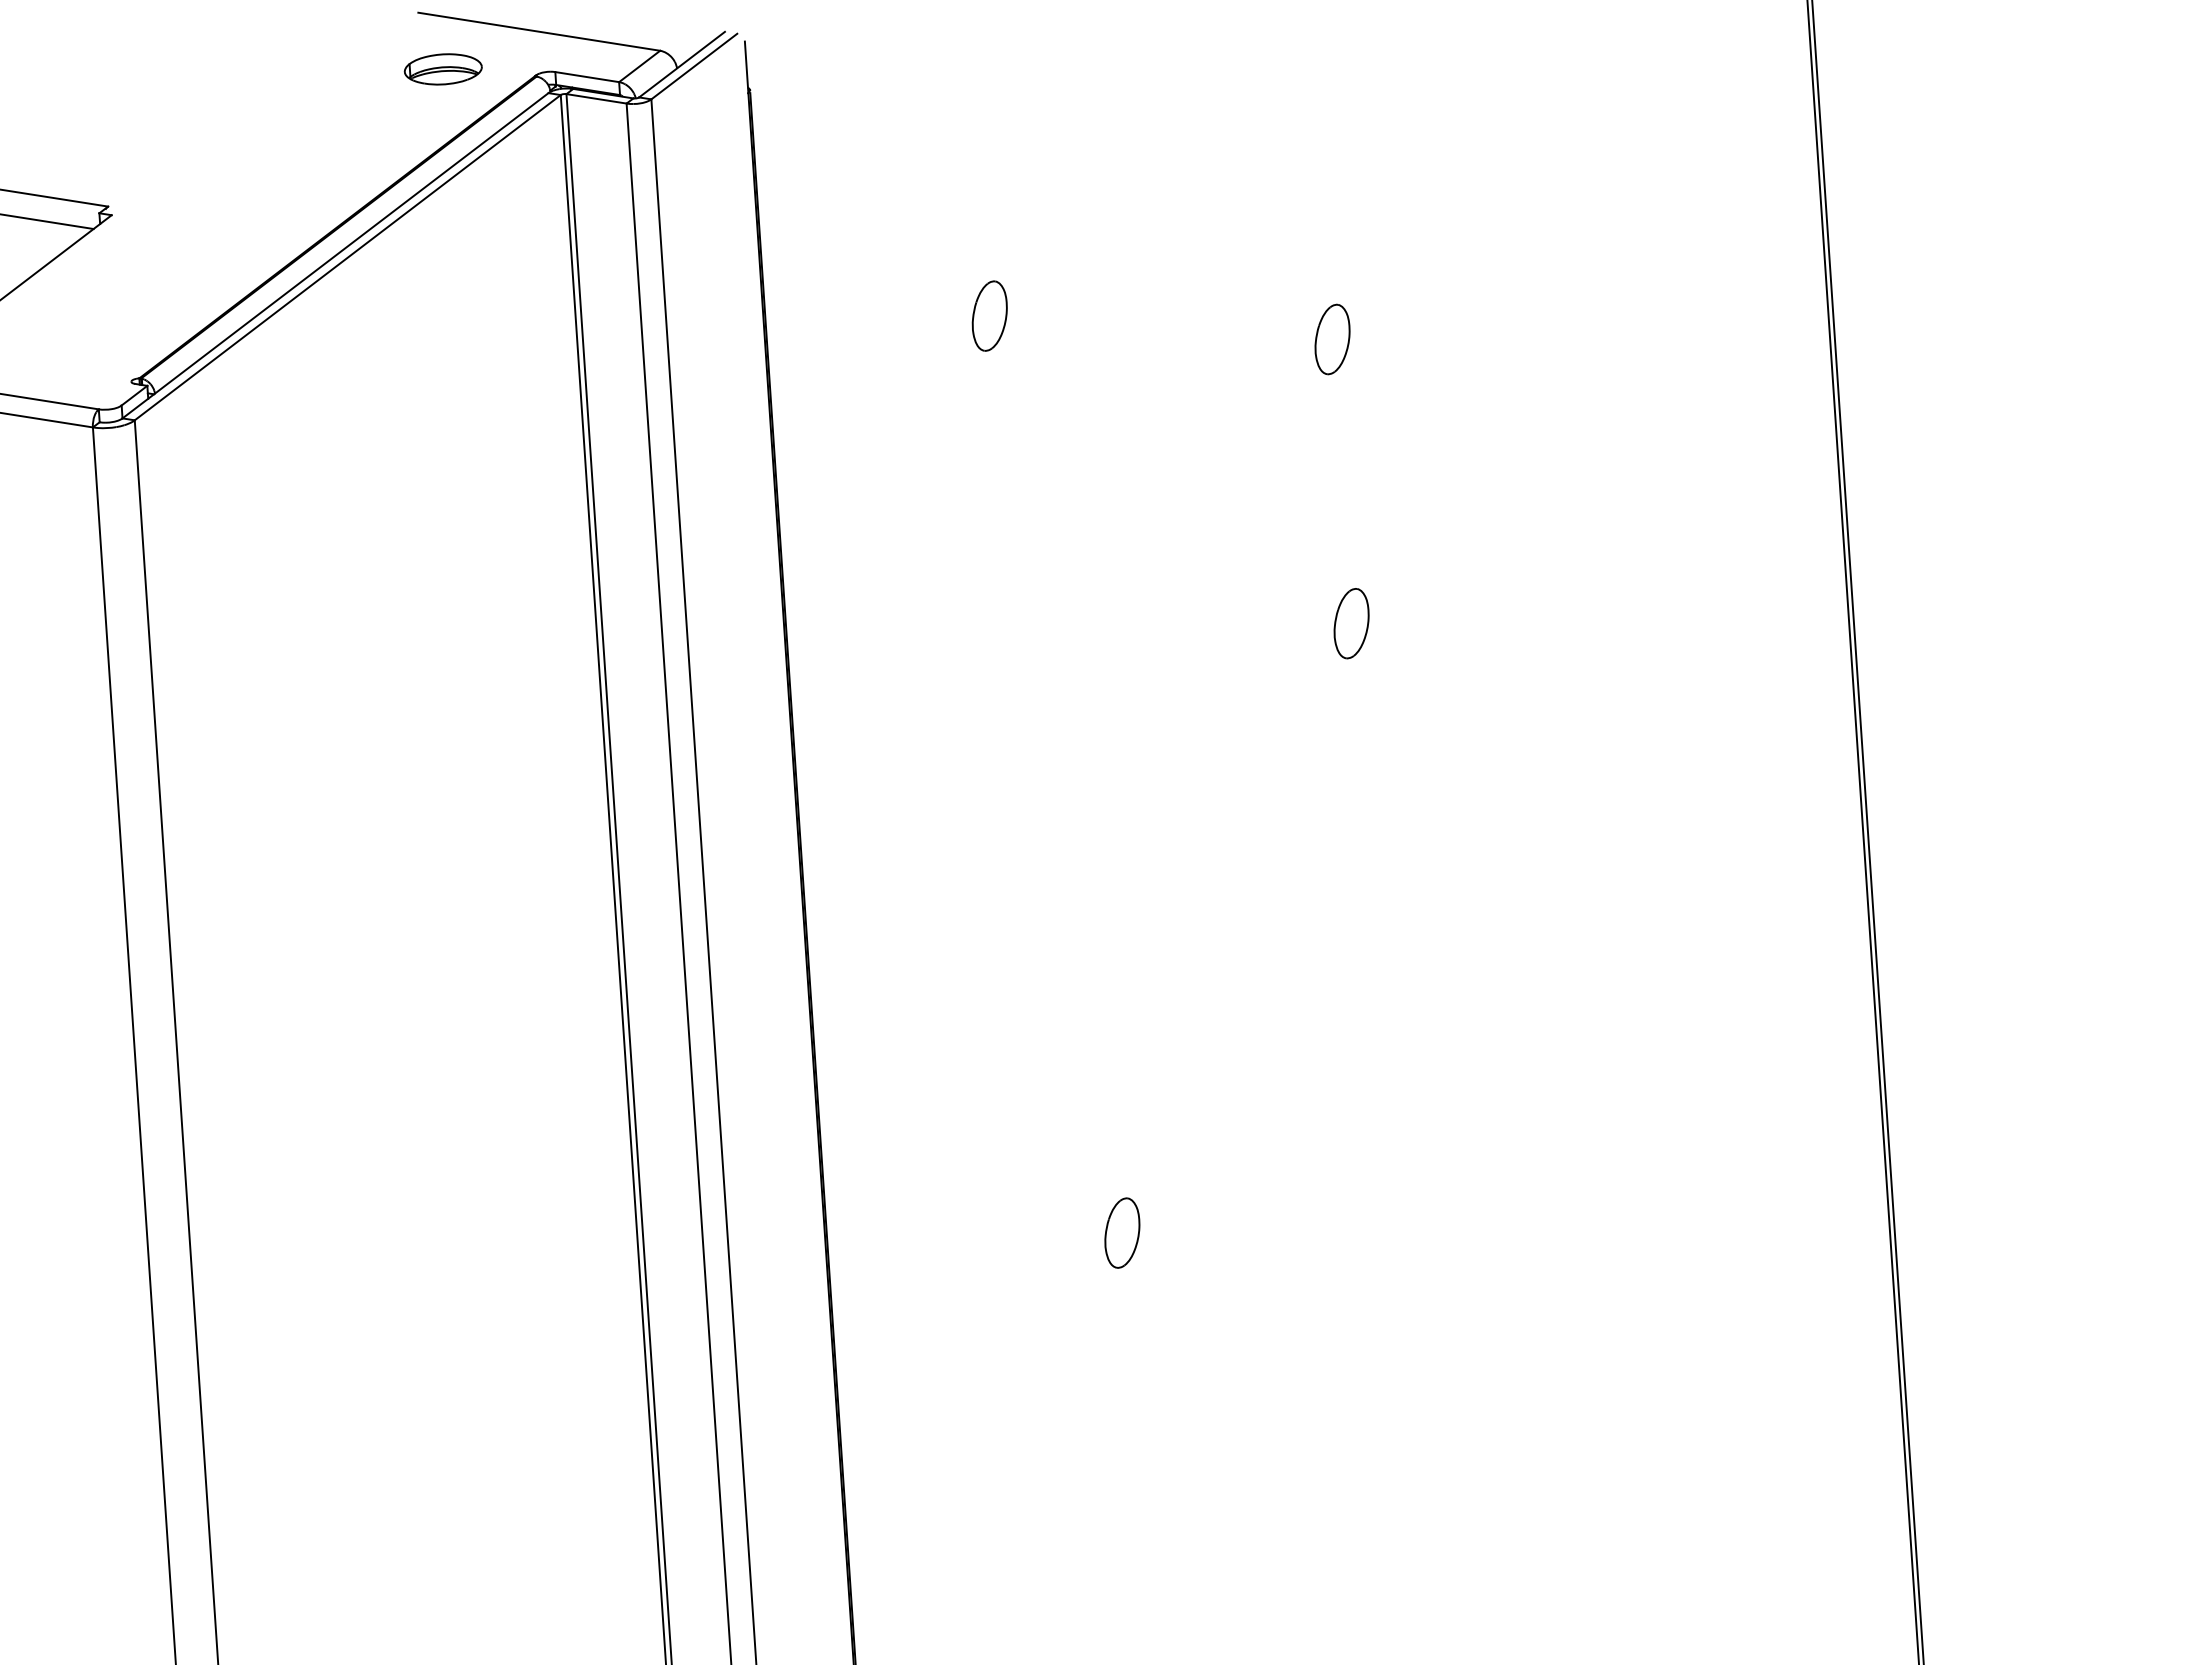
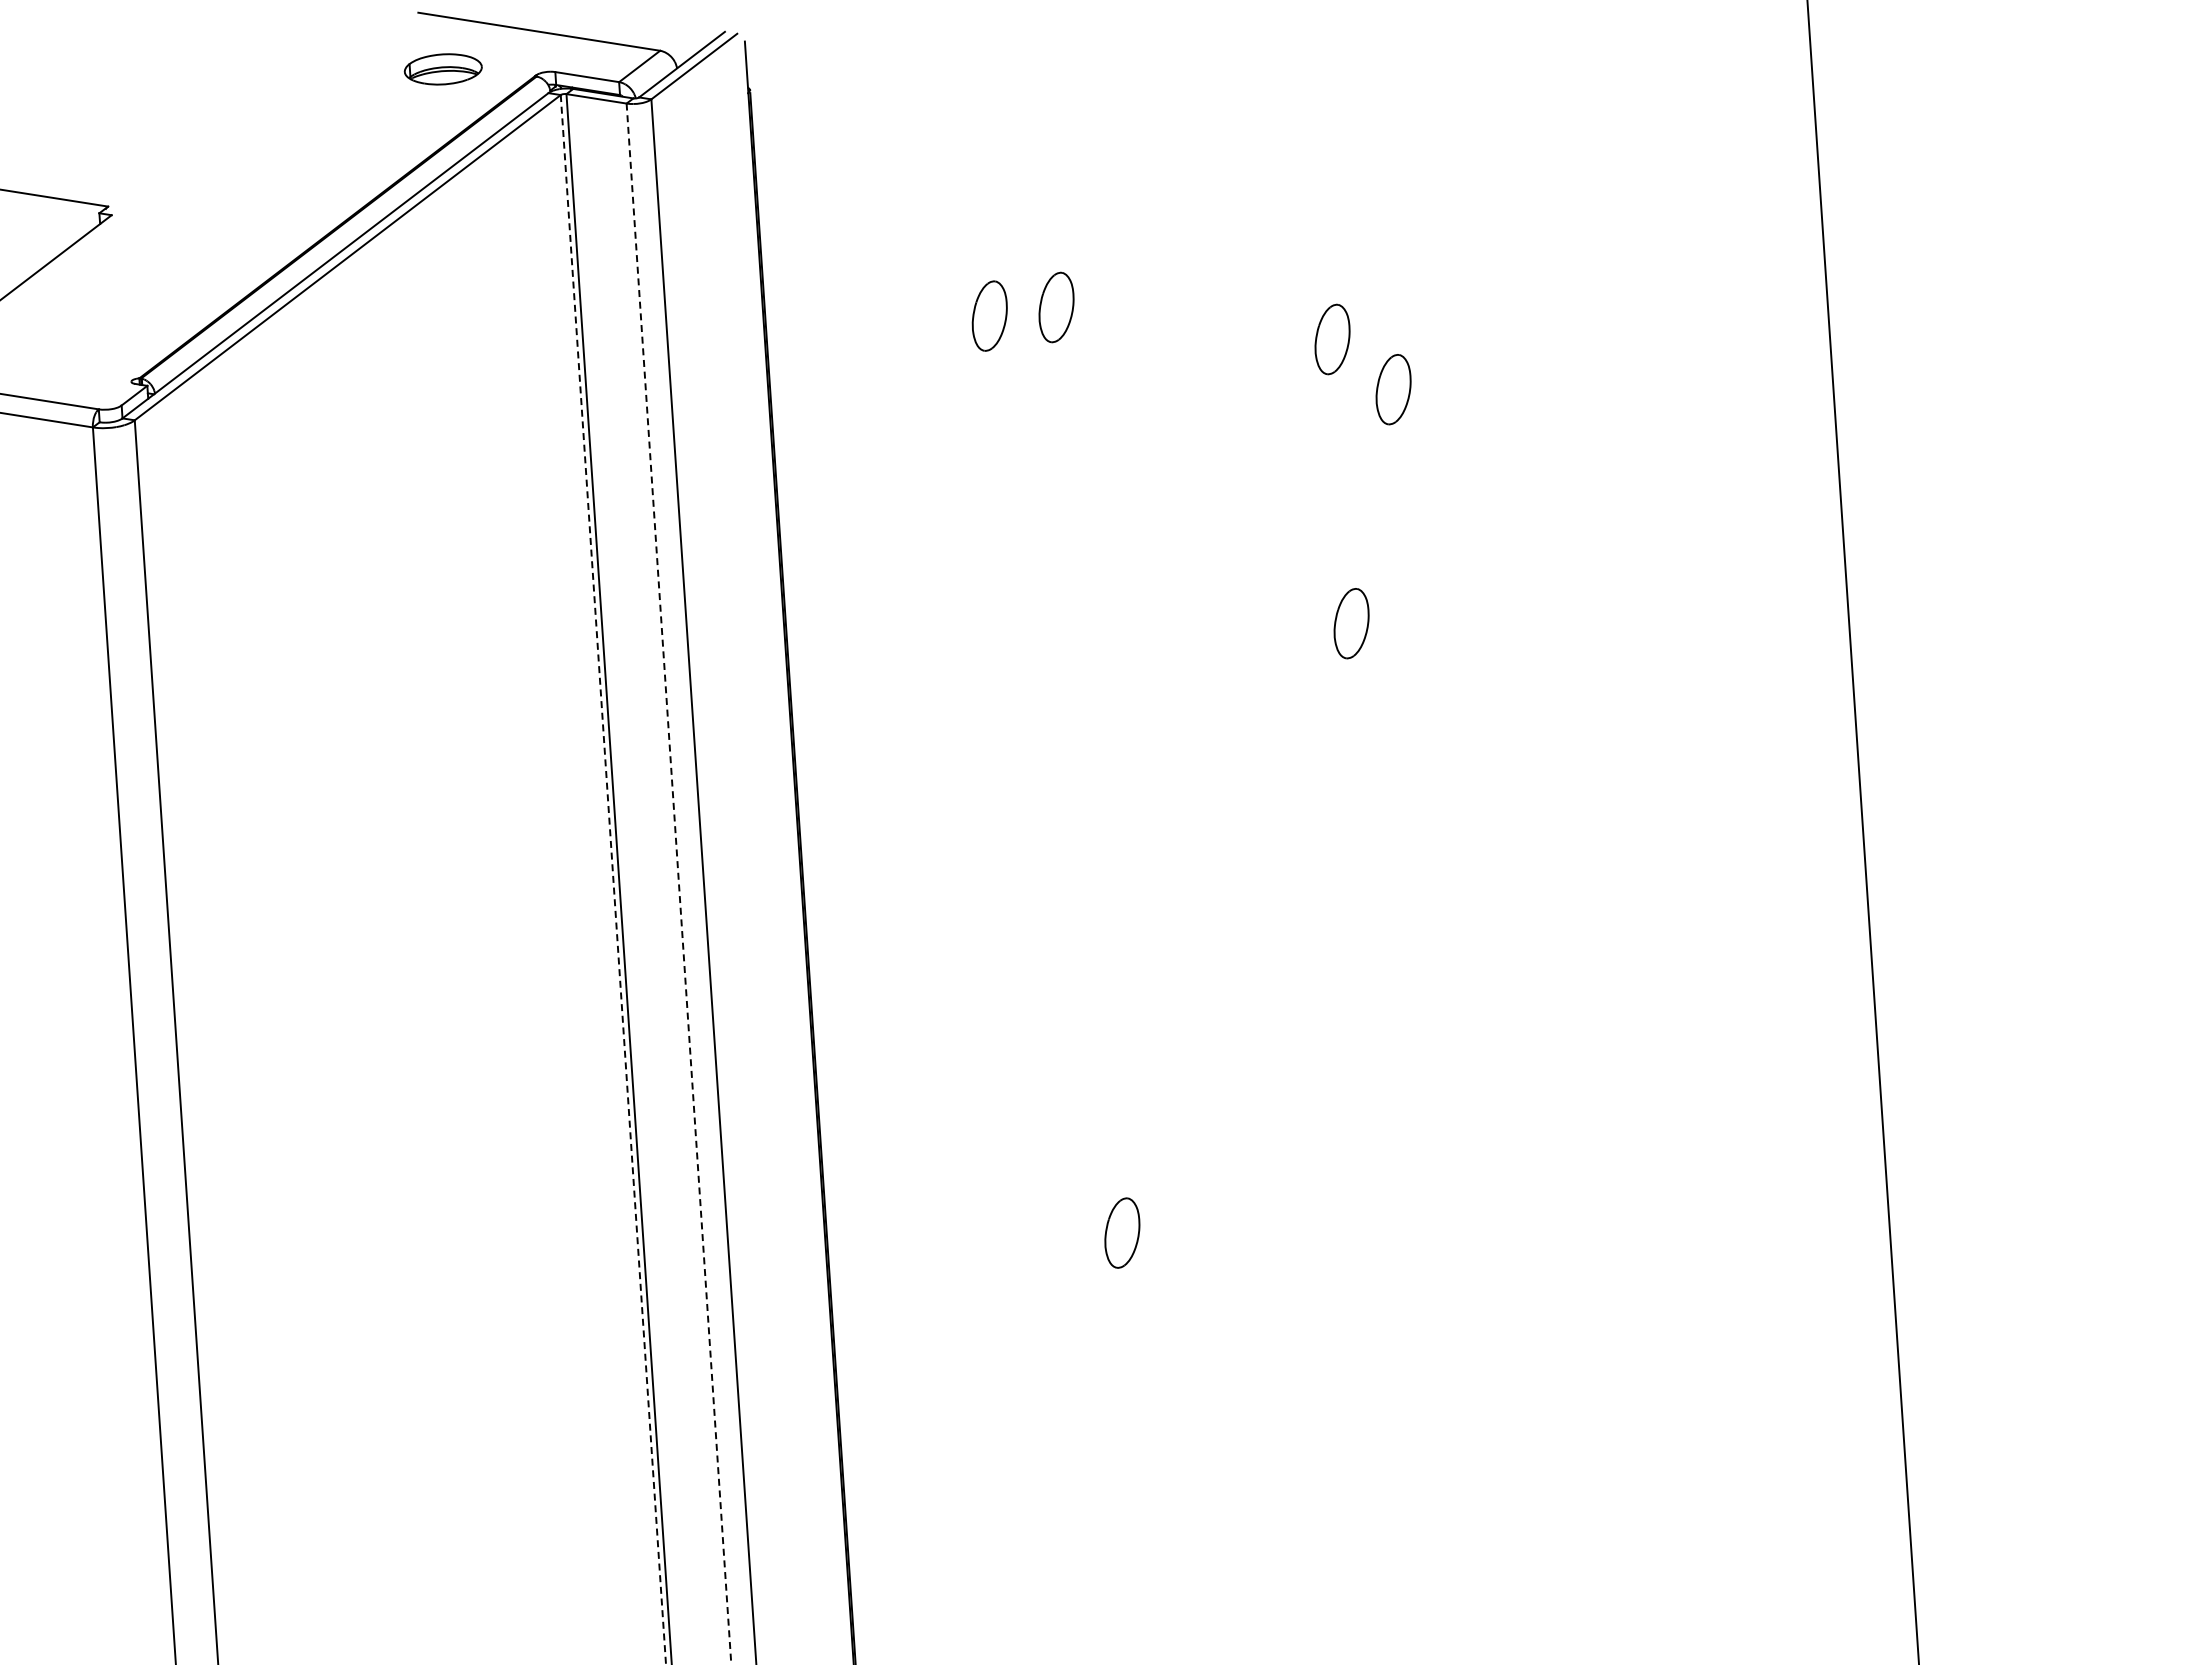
line at (47, 221): present -> none
part at (1056, 307): none -> present
part at (1393, 389): none -> present
line at (1867, 831): present -> none
line at (613, 879): solid -> dashed
line at (678, 883): solid -> dashed
